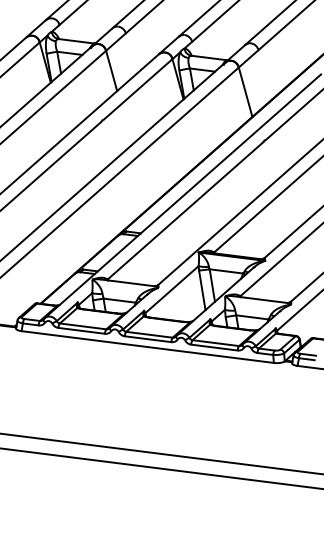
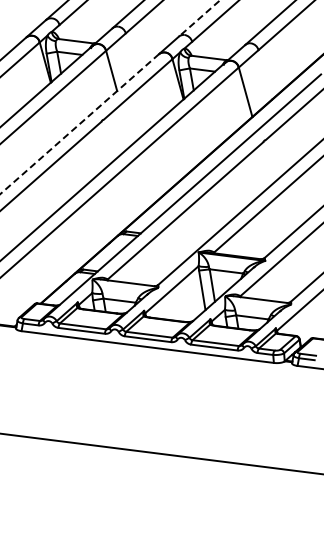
line at (199, 18): solid -> dashed
line at (79, 124): solid -> dashed
line at (161, 468): present -> none
